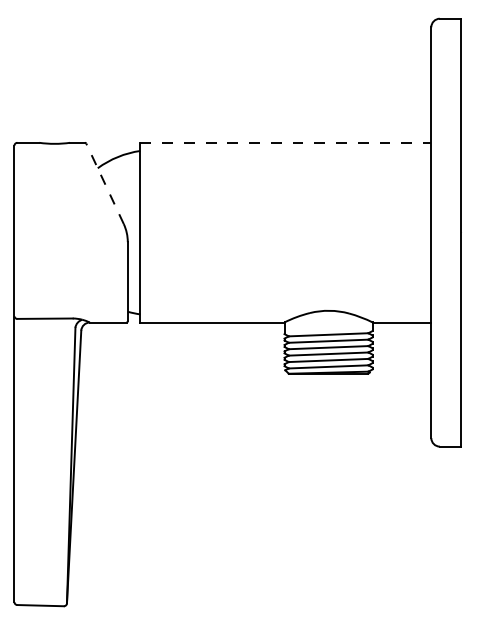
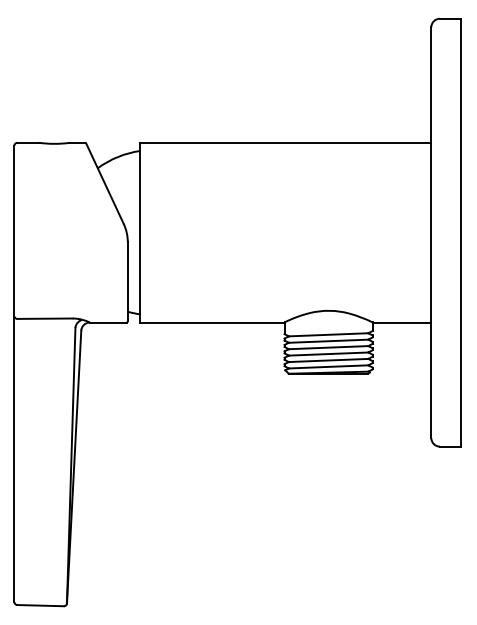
line at (286, 142): dashed -> solid
line at (104, 183): dashed -> solid
